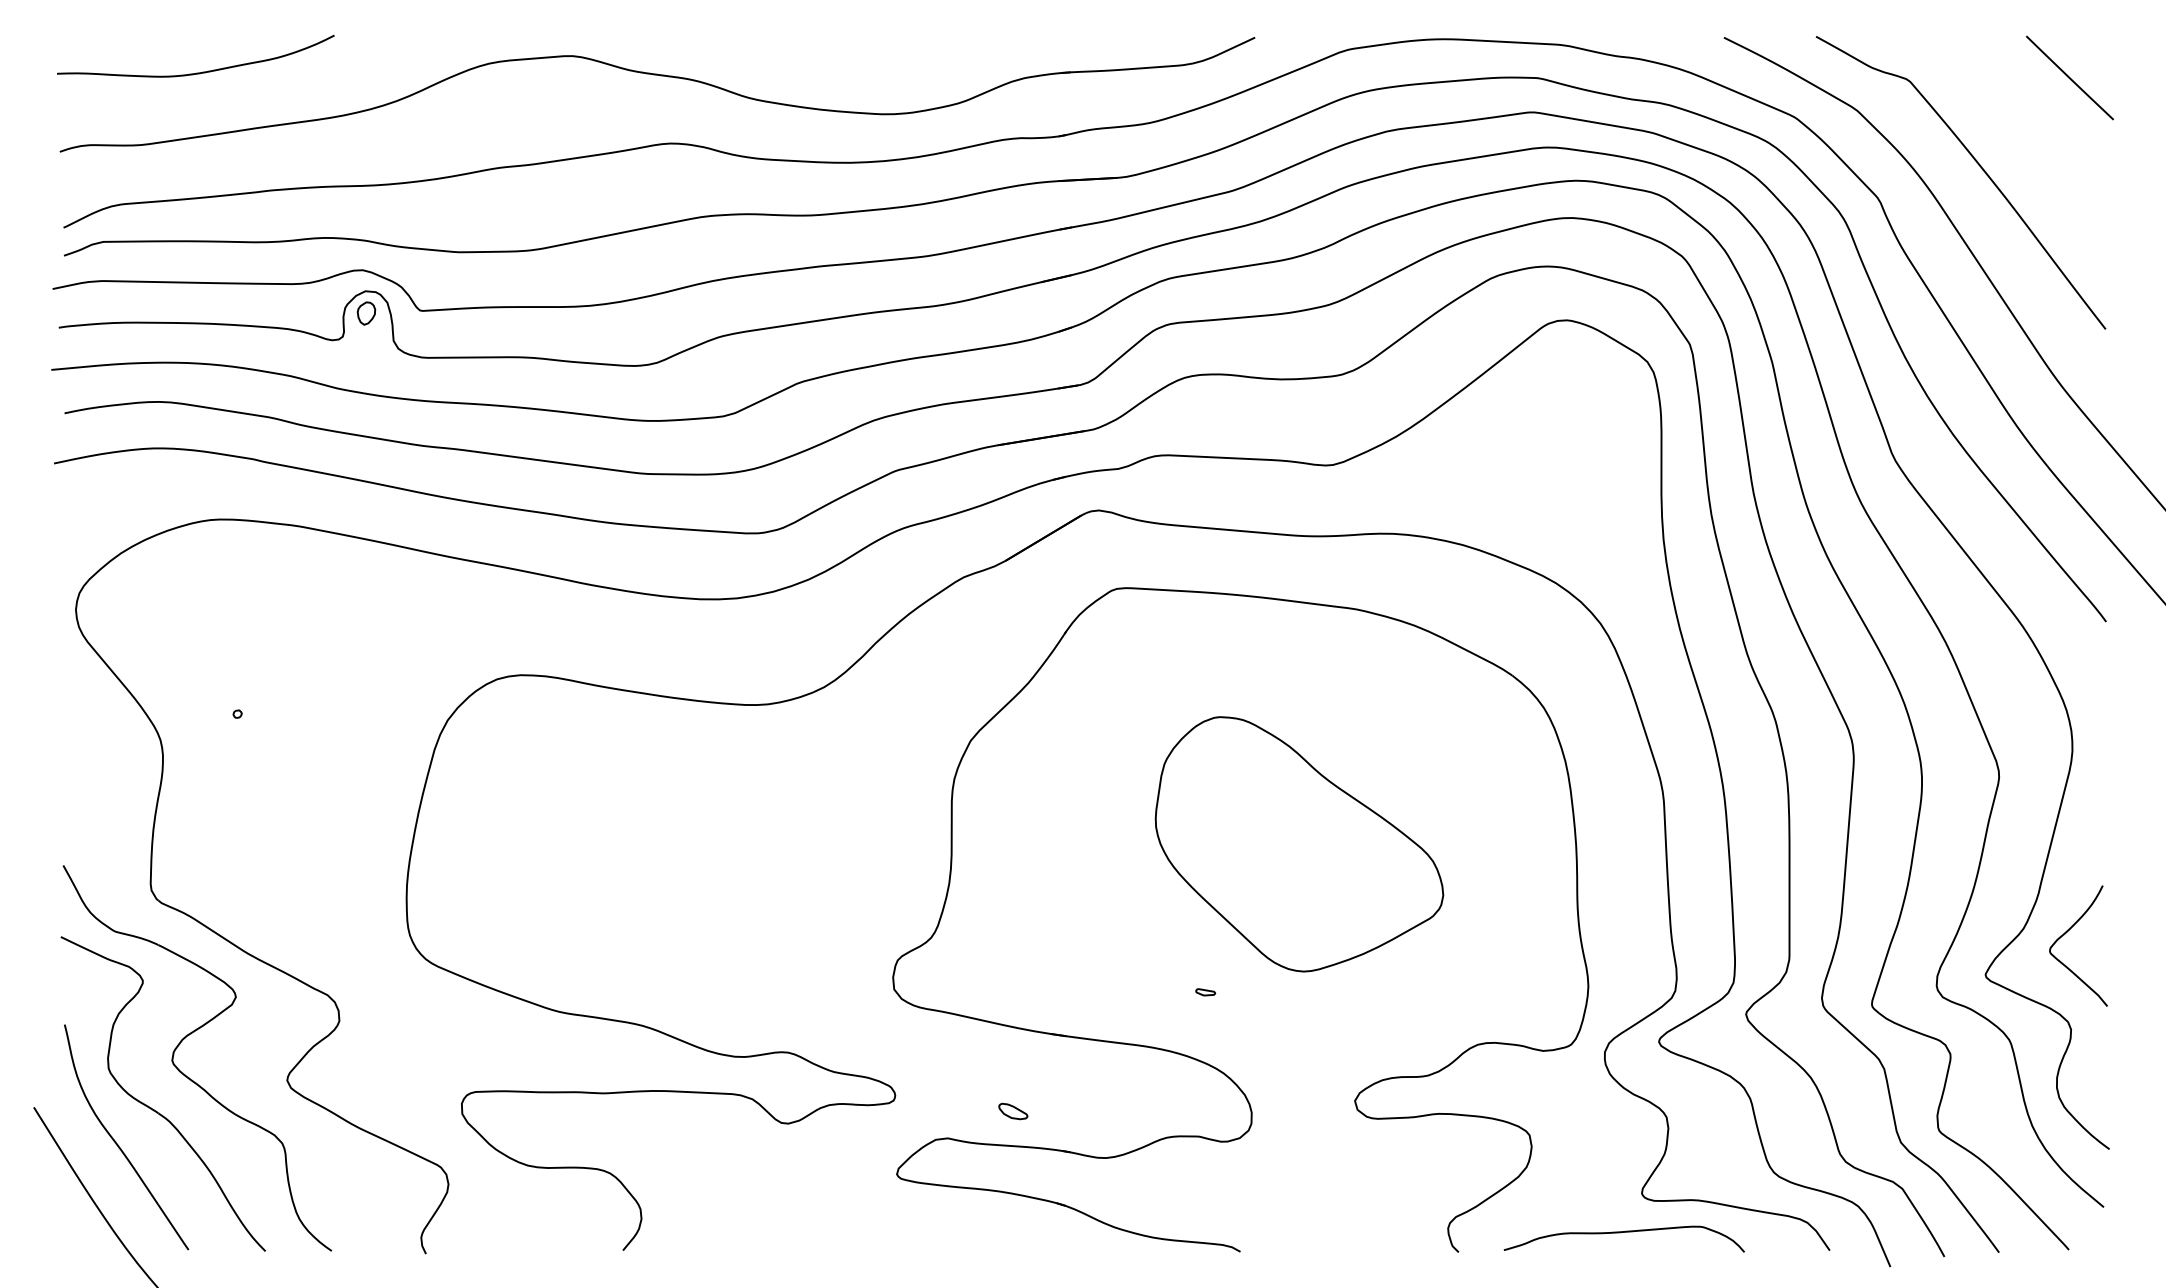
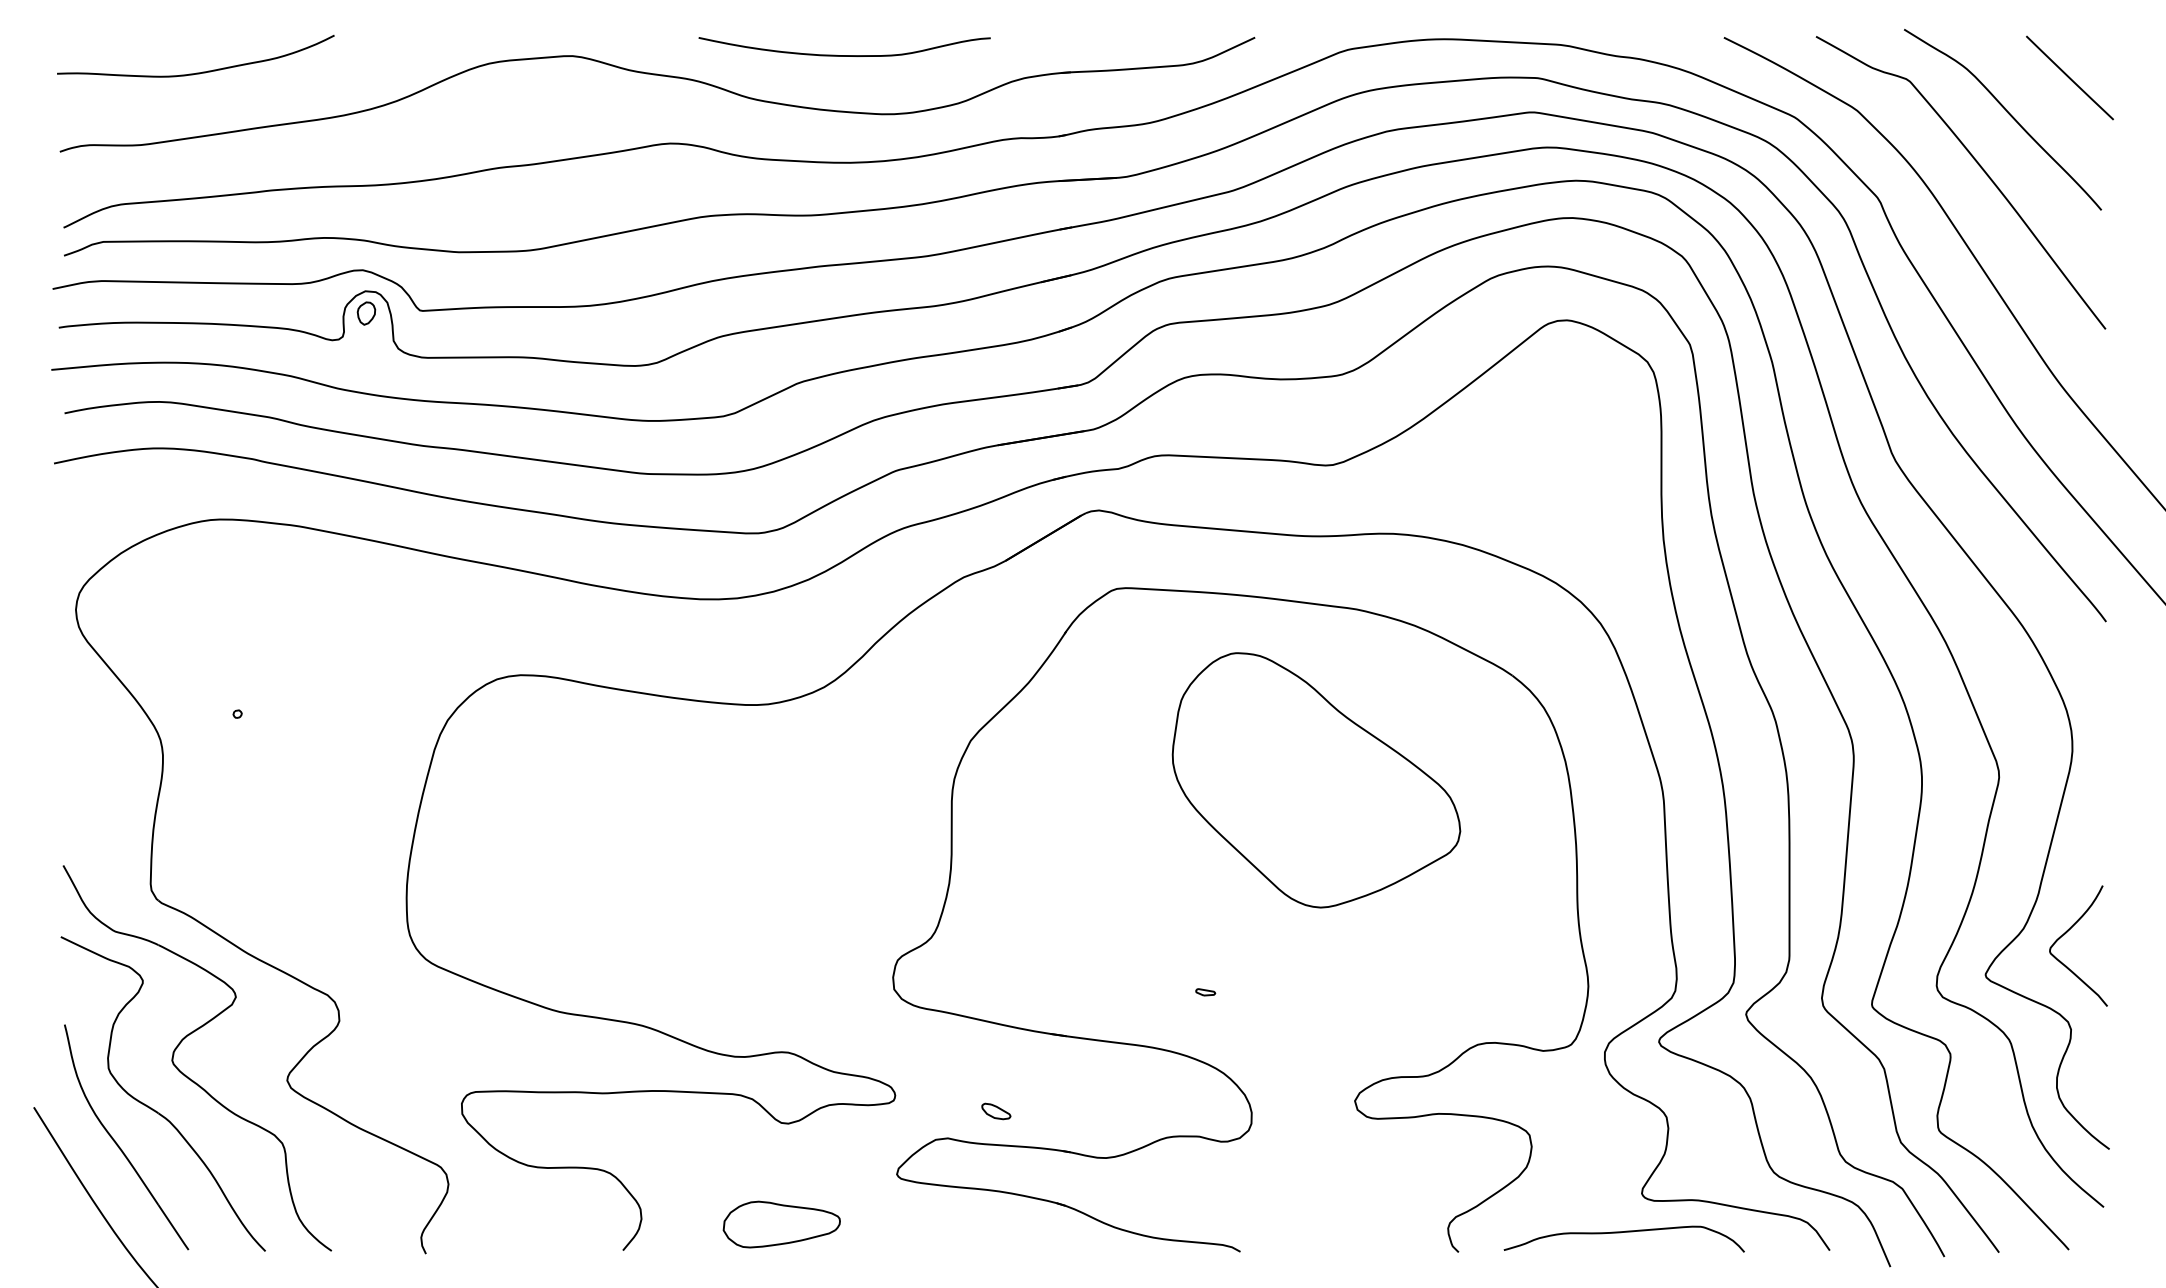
curve at (844, 55): none -> present
curve at (2007, 113): none -> present
part at (1299, 844) position: (1299, 844) -> (1316, 780)
part at (1013, 1111) position: (1013, 1111) -> (996, 1111)
part at (781, 1224): none -> present
